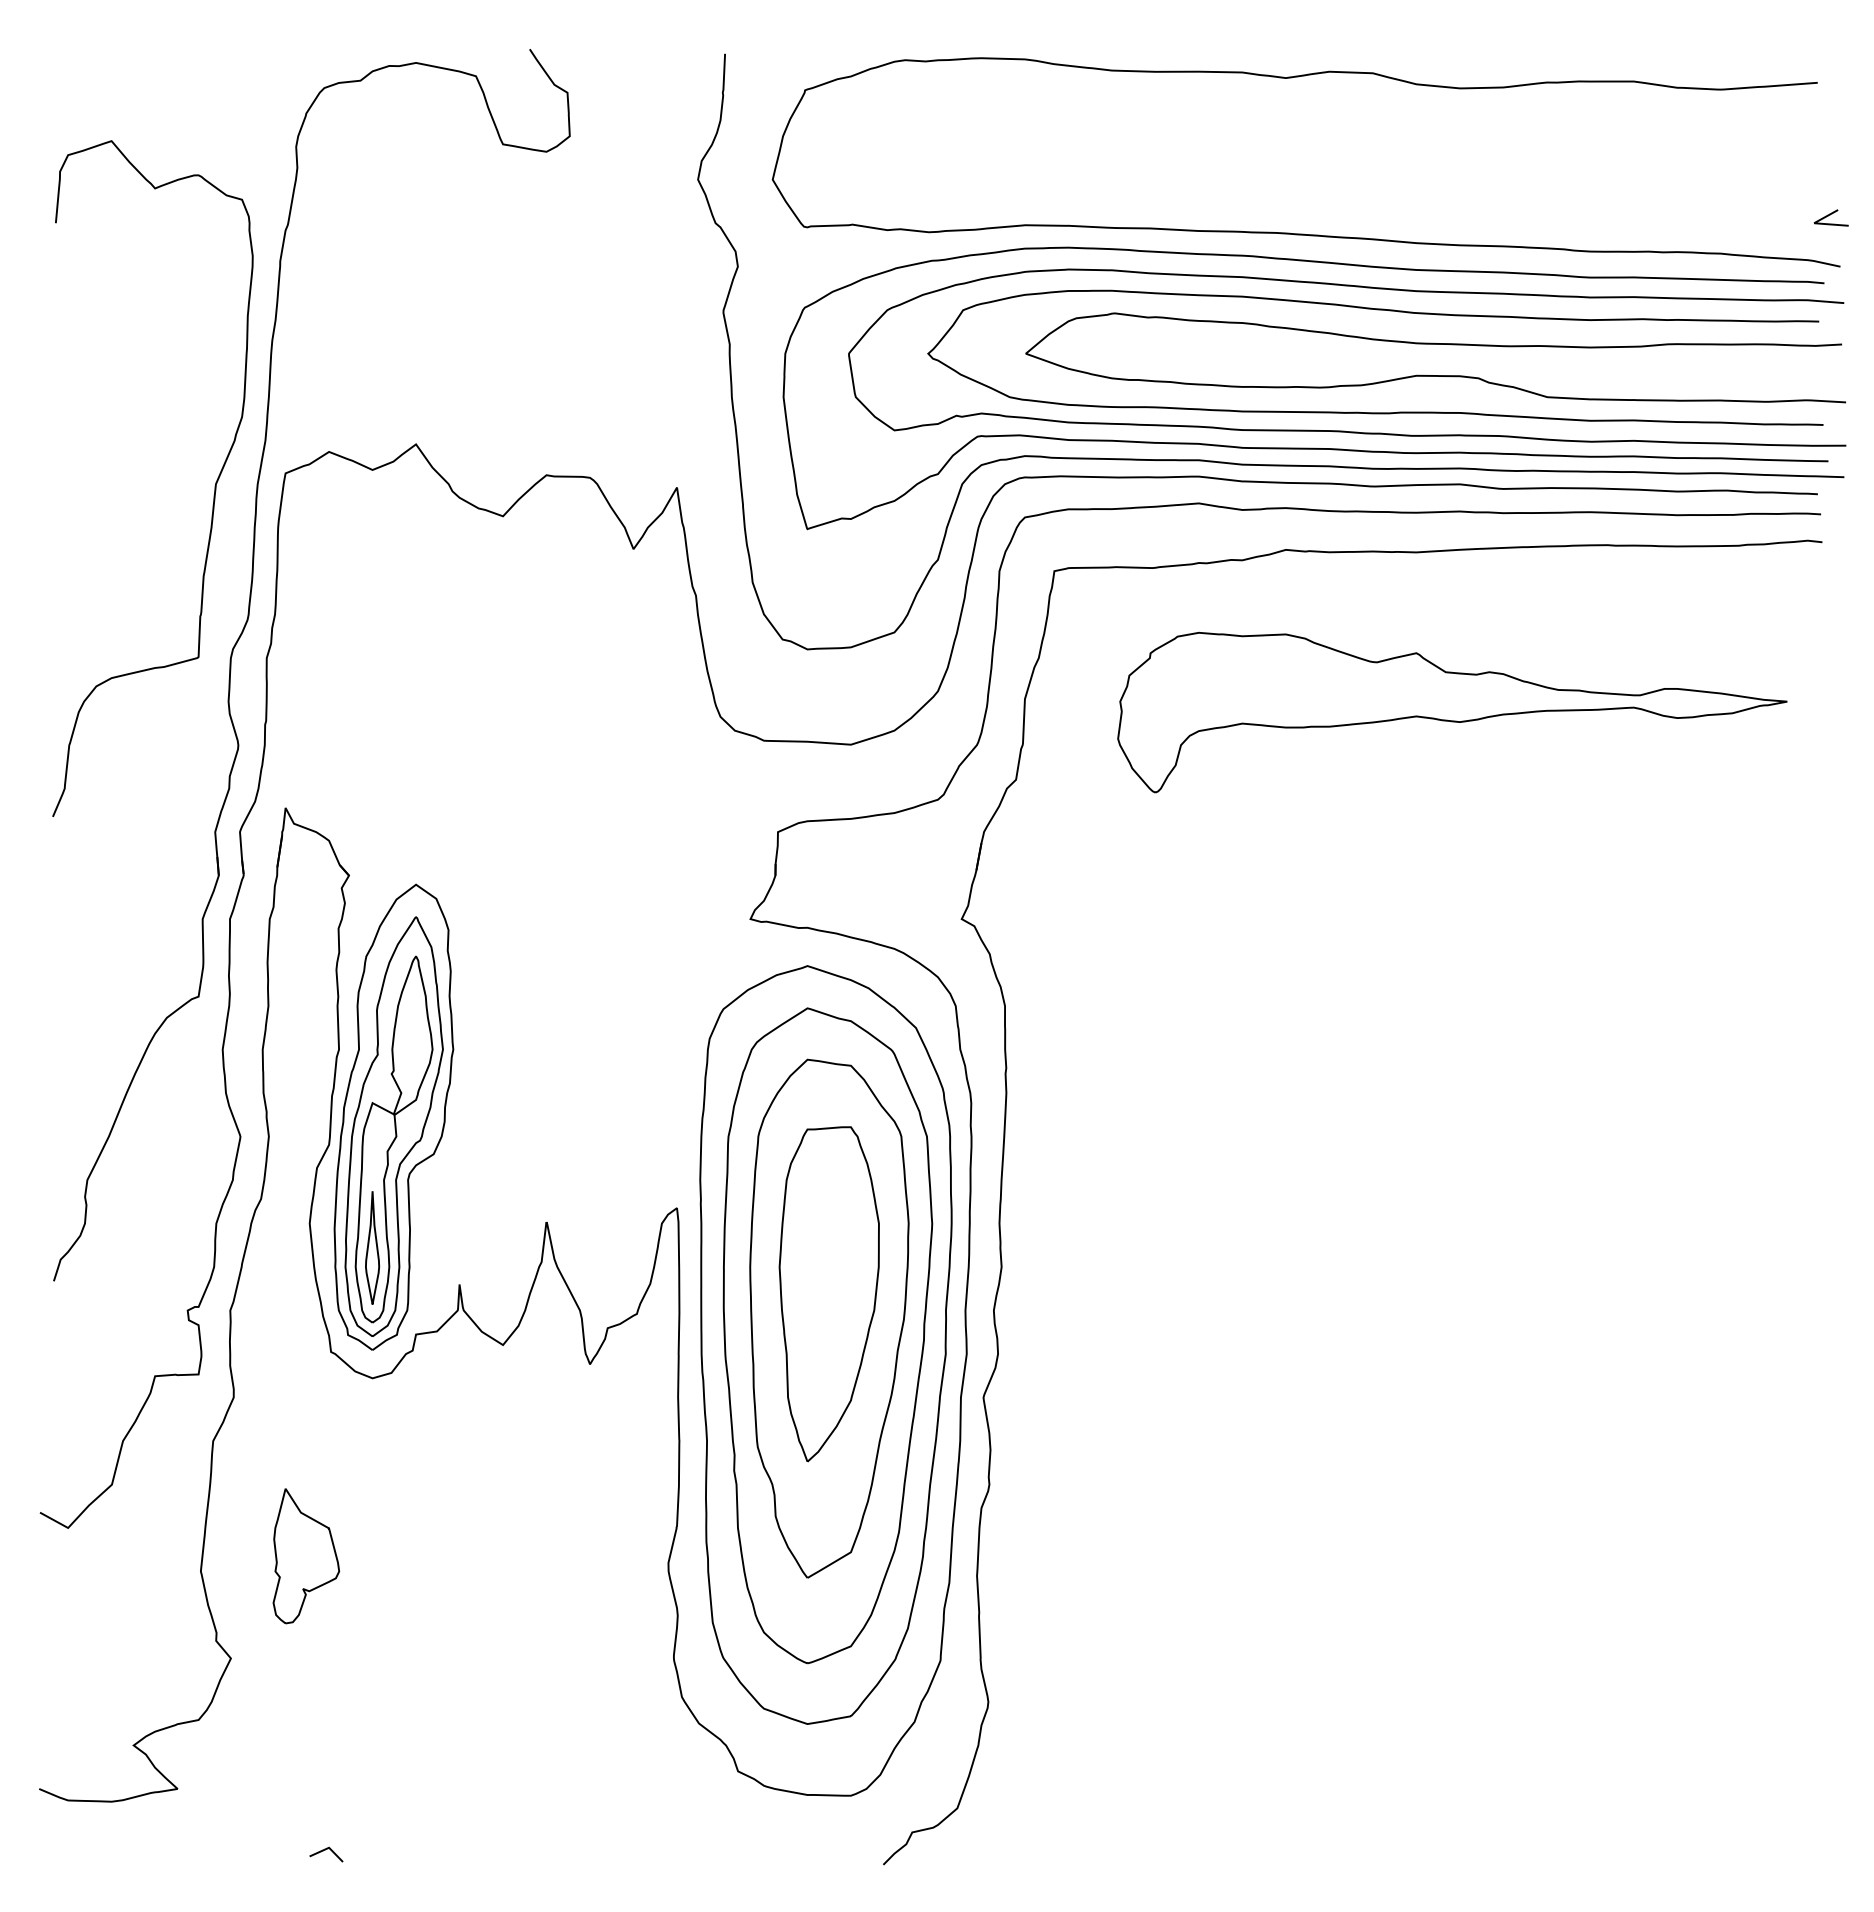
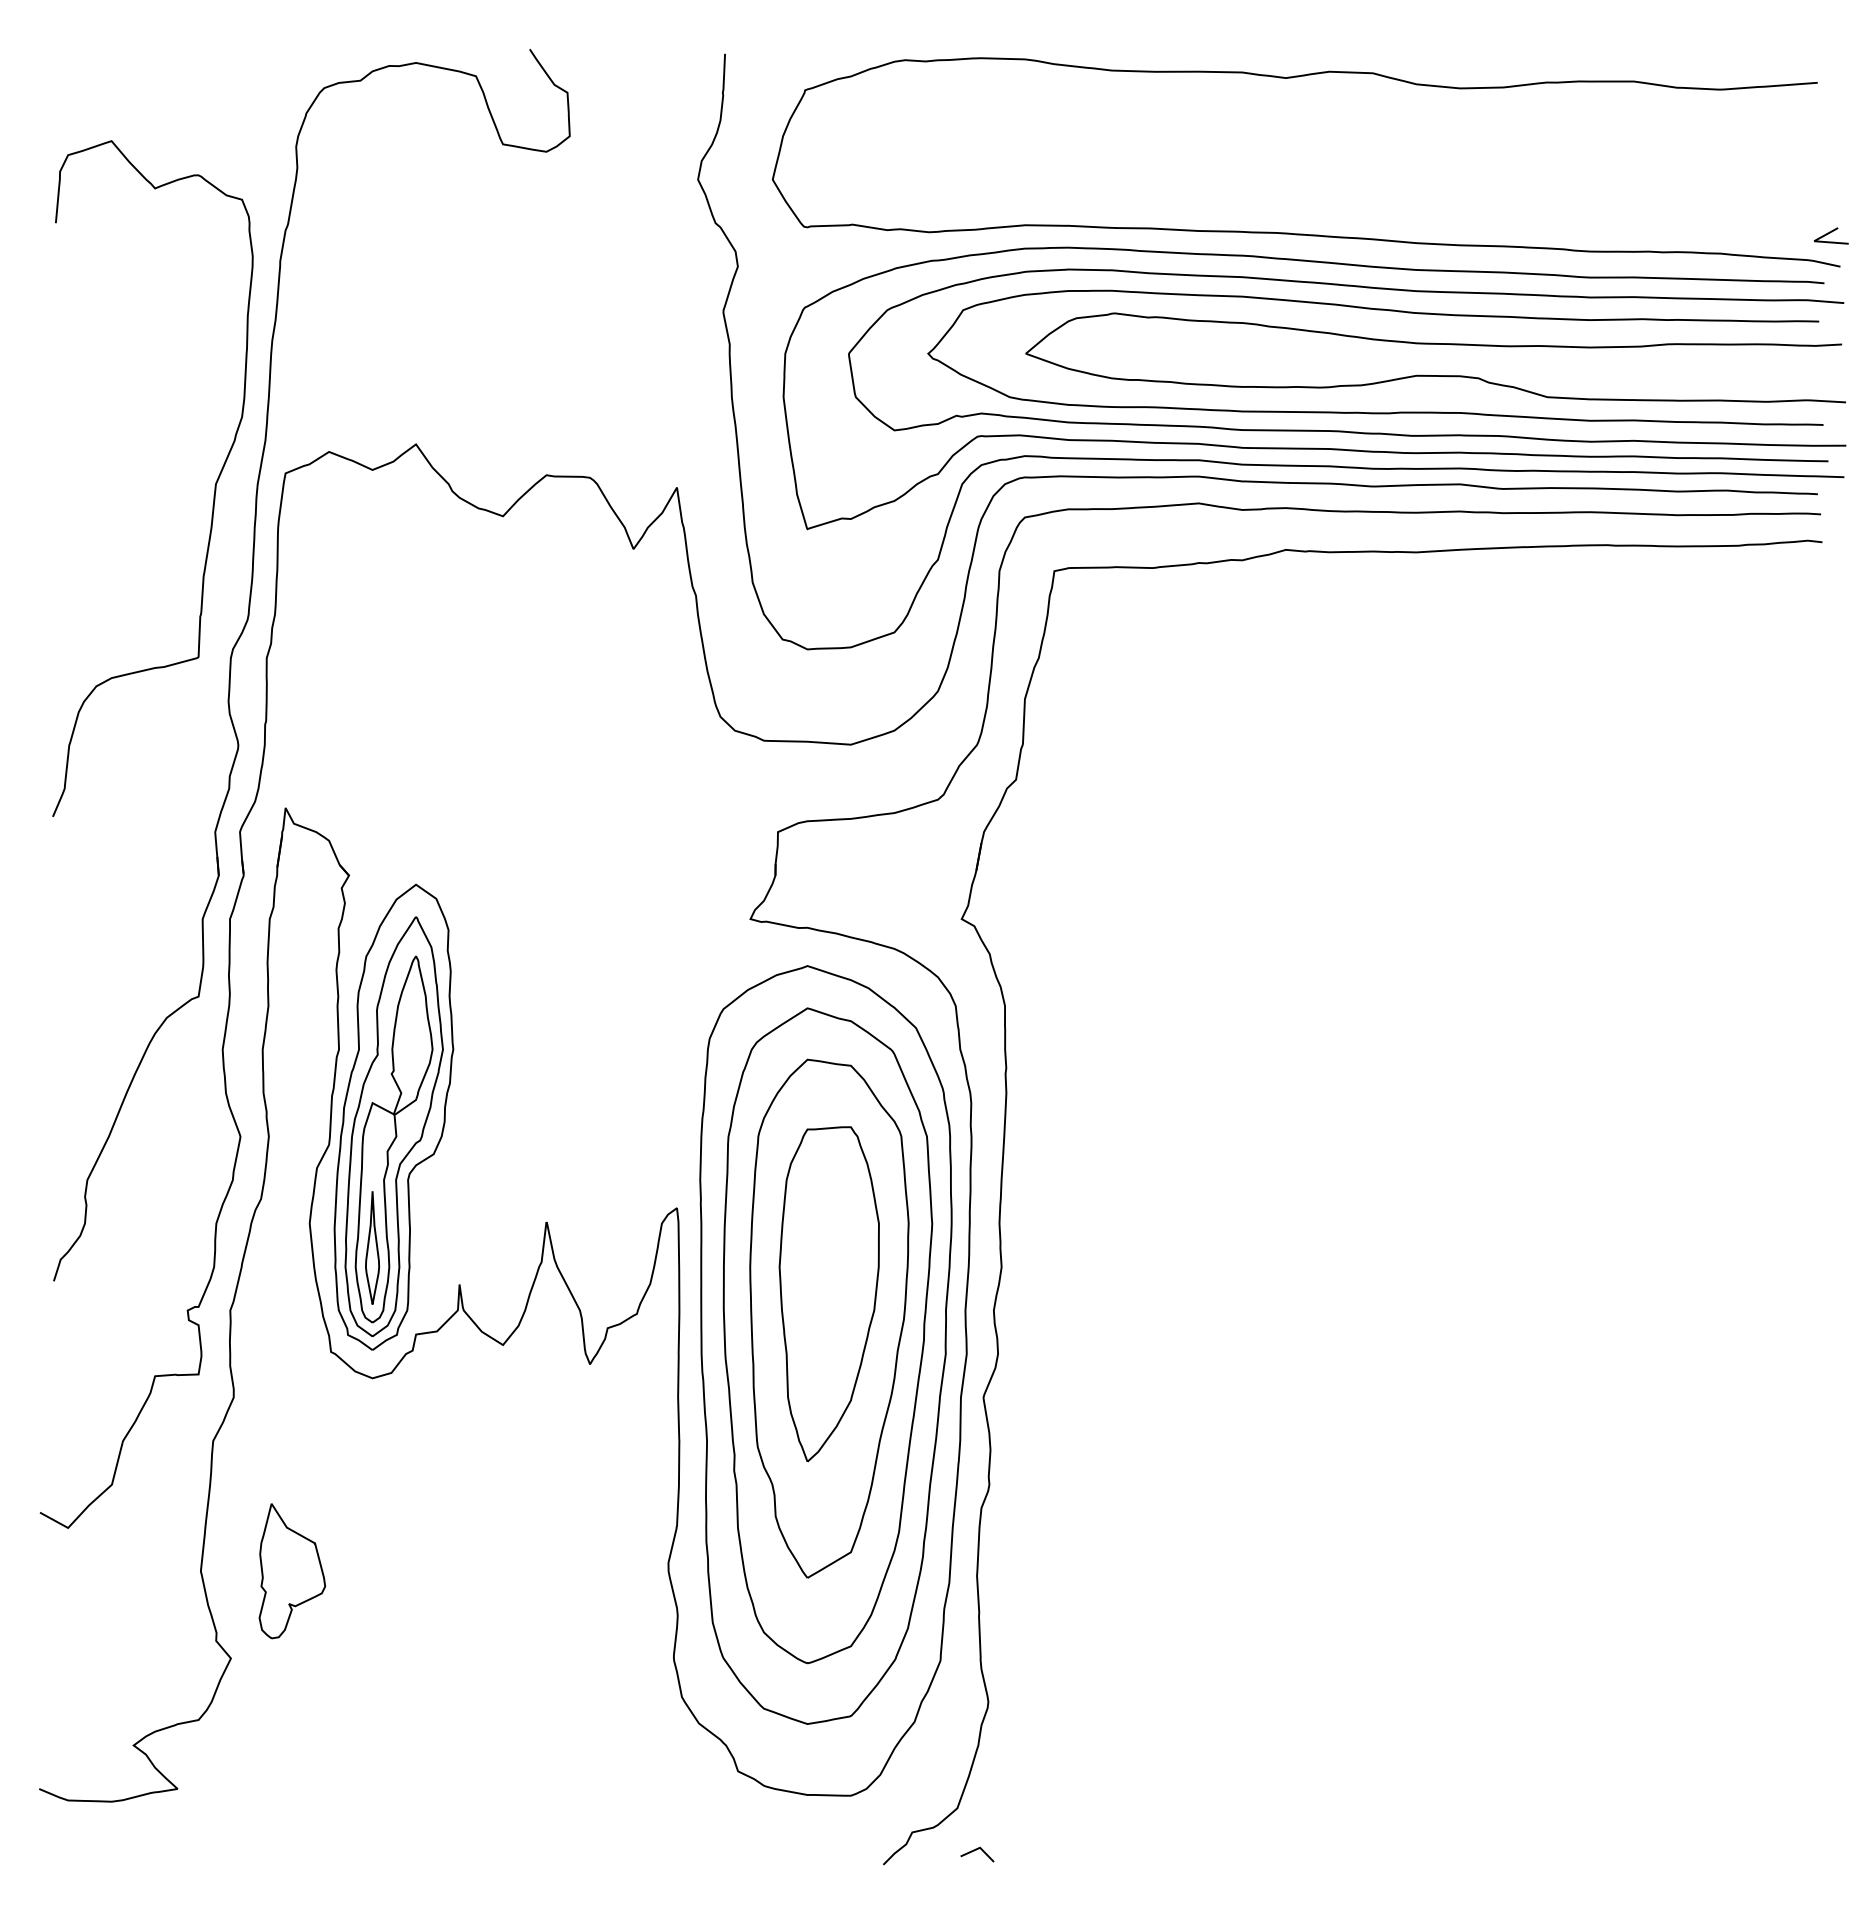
line at (1830, 215) position: (1830, 215) -> (1830, 233)
part at (1452, 712): present -> none
part at (306, 1556) position: (306, 1556) -> (292, 1571)
line at (325, 1850) position: (325, 1850) -> (976, 1850)
